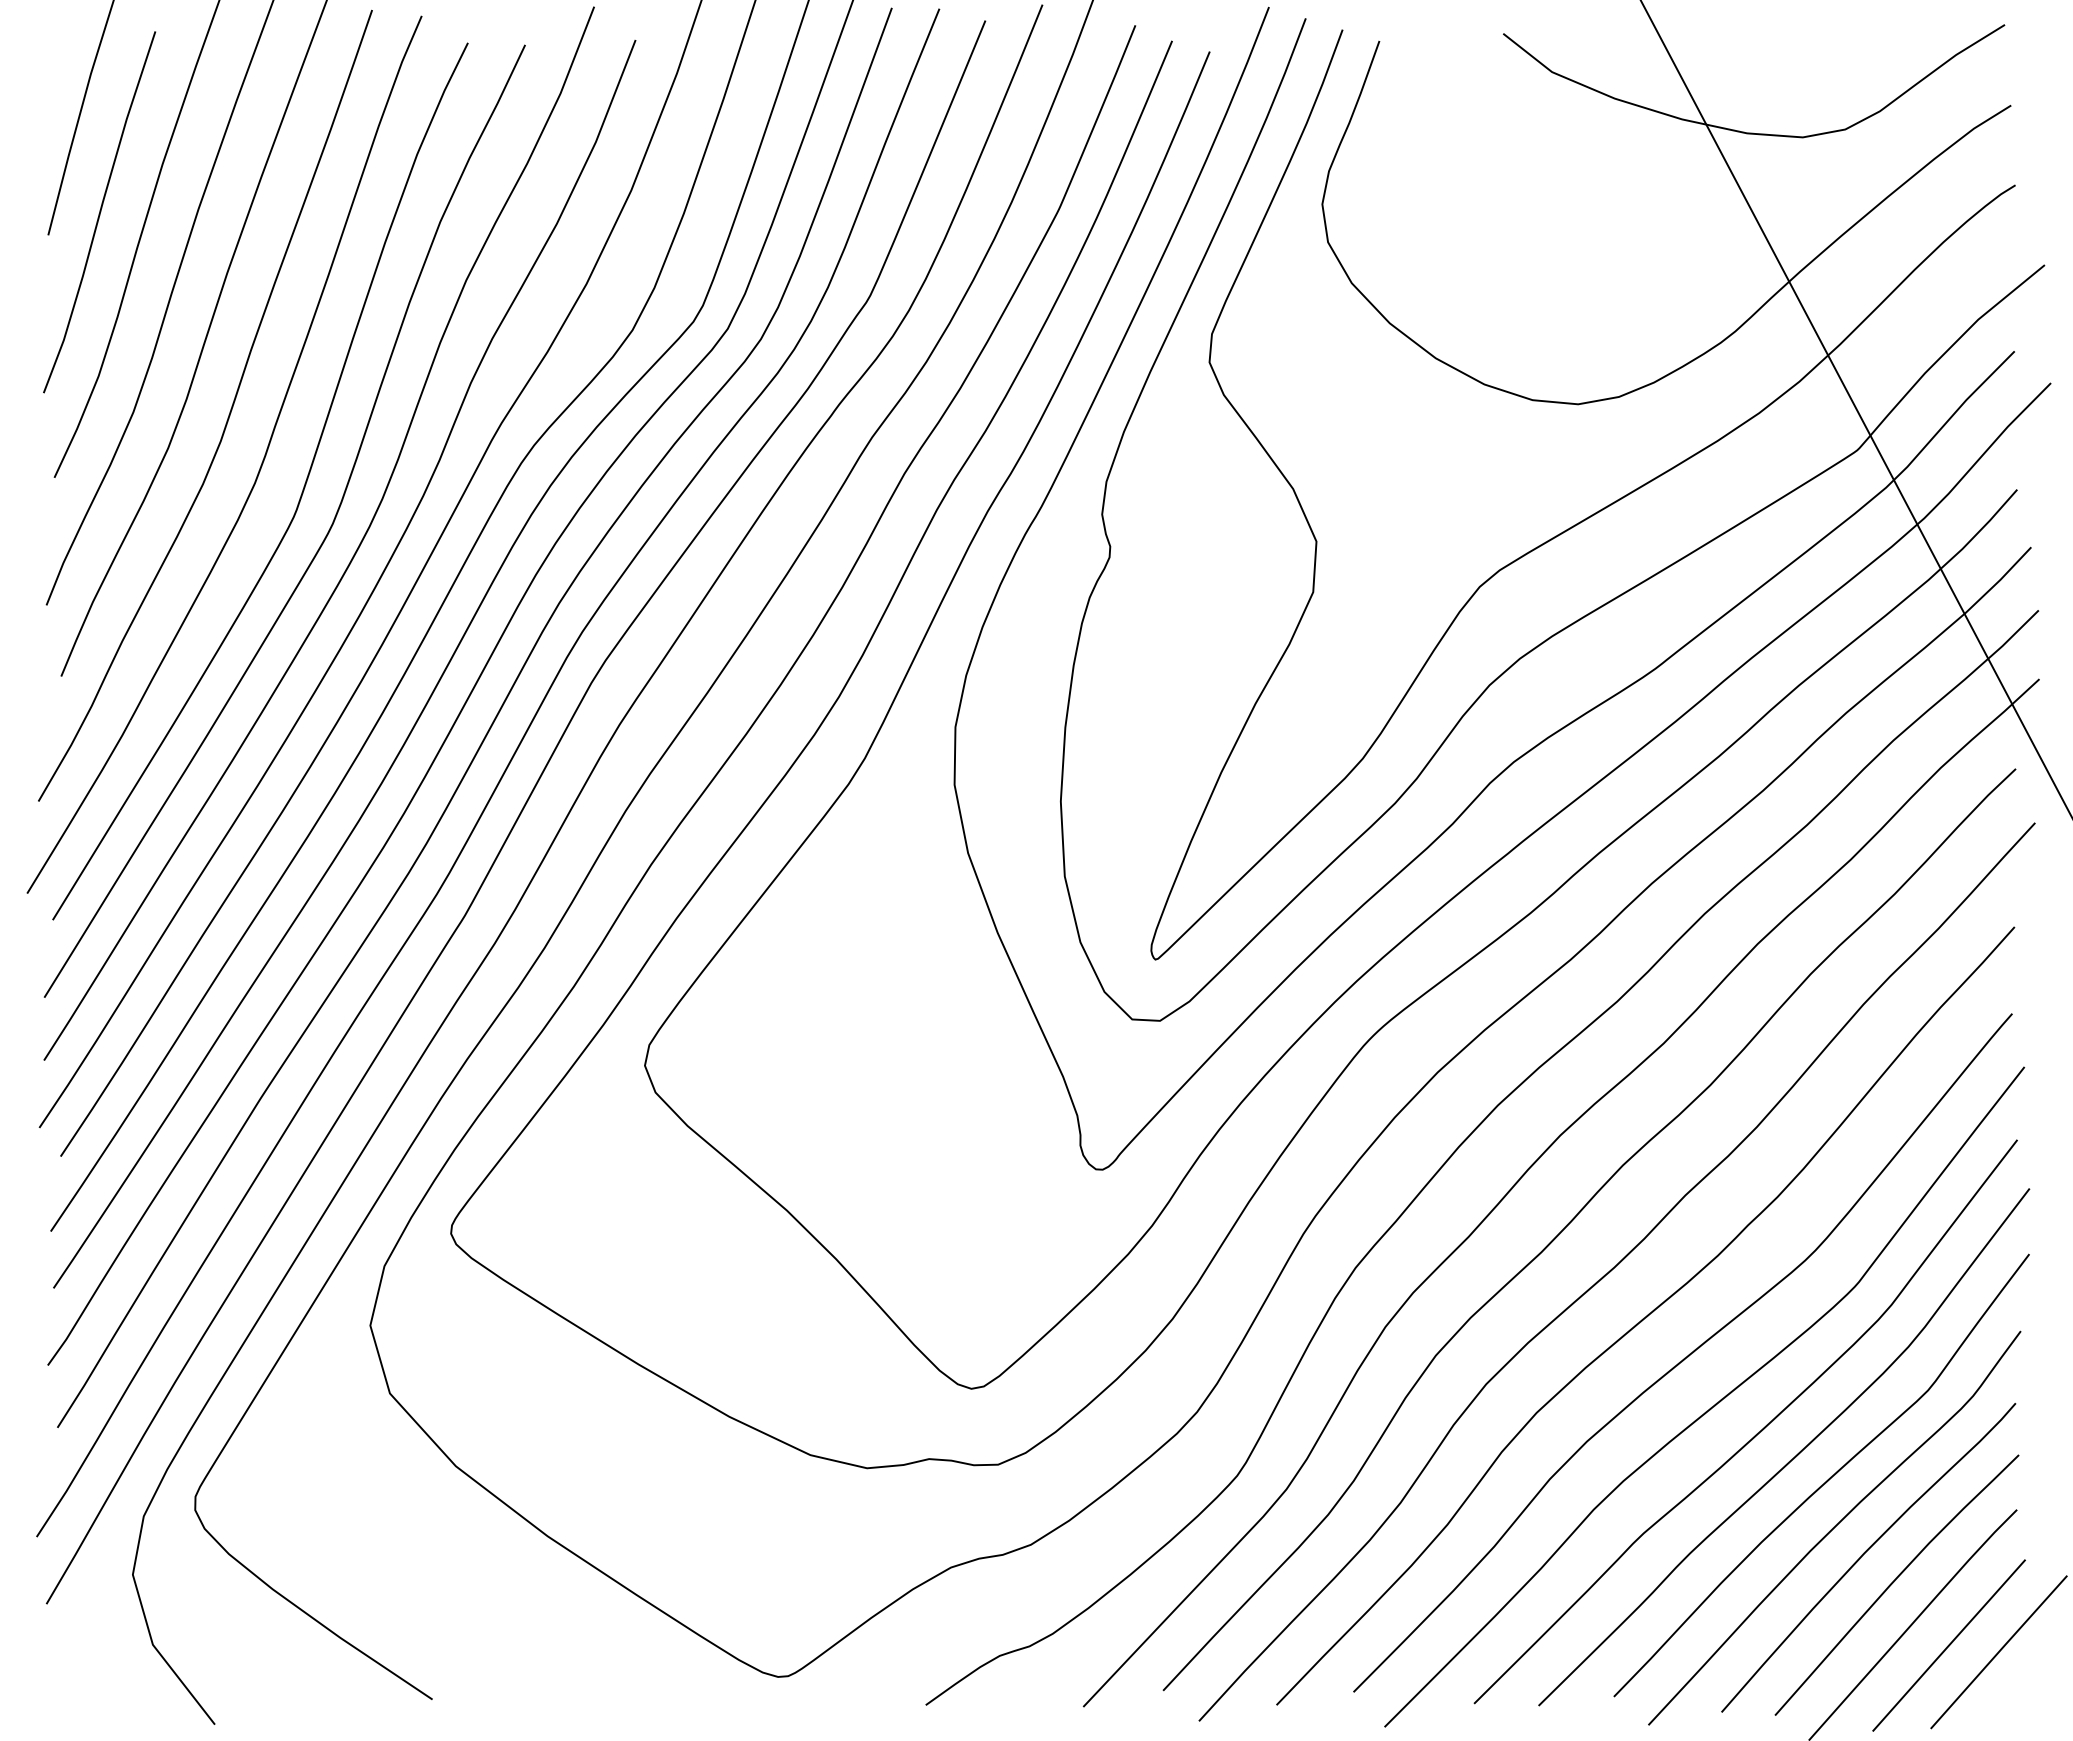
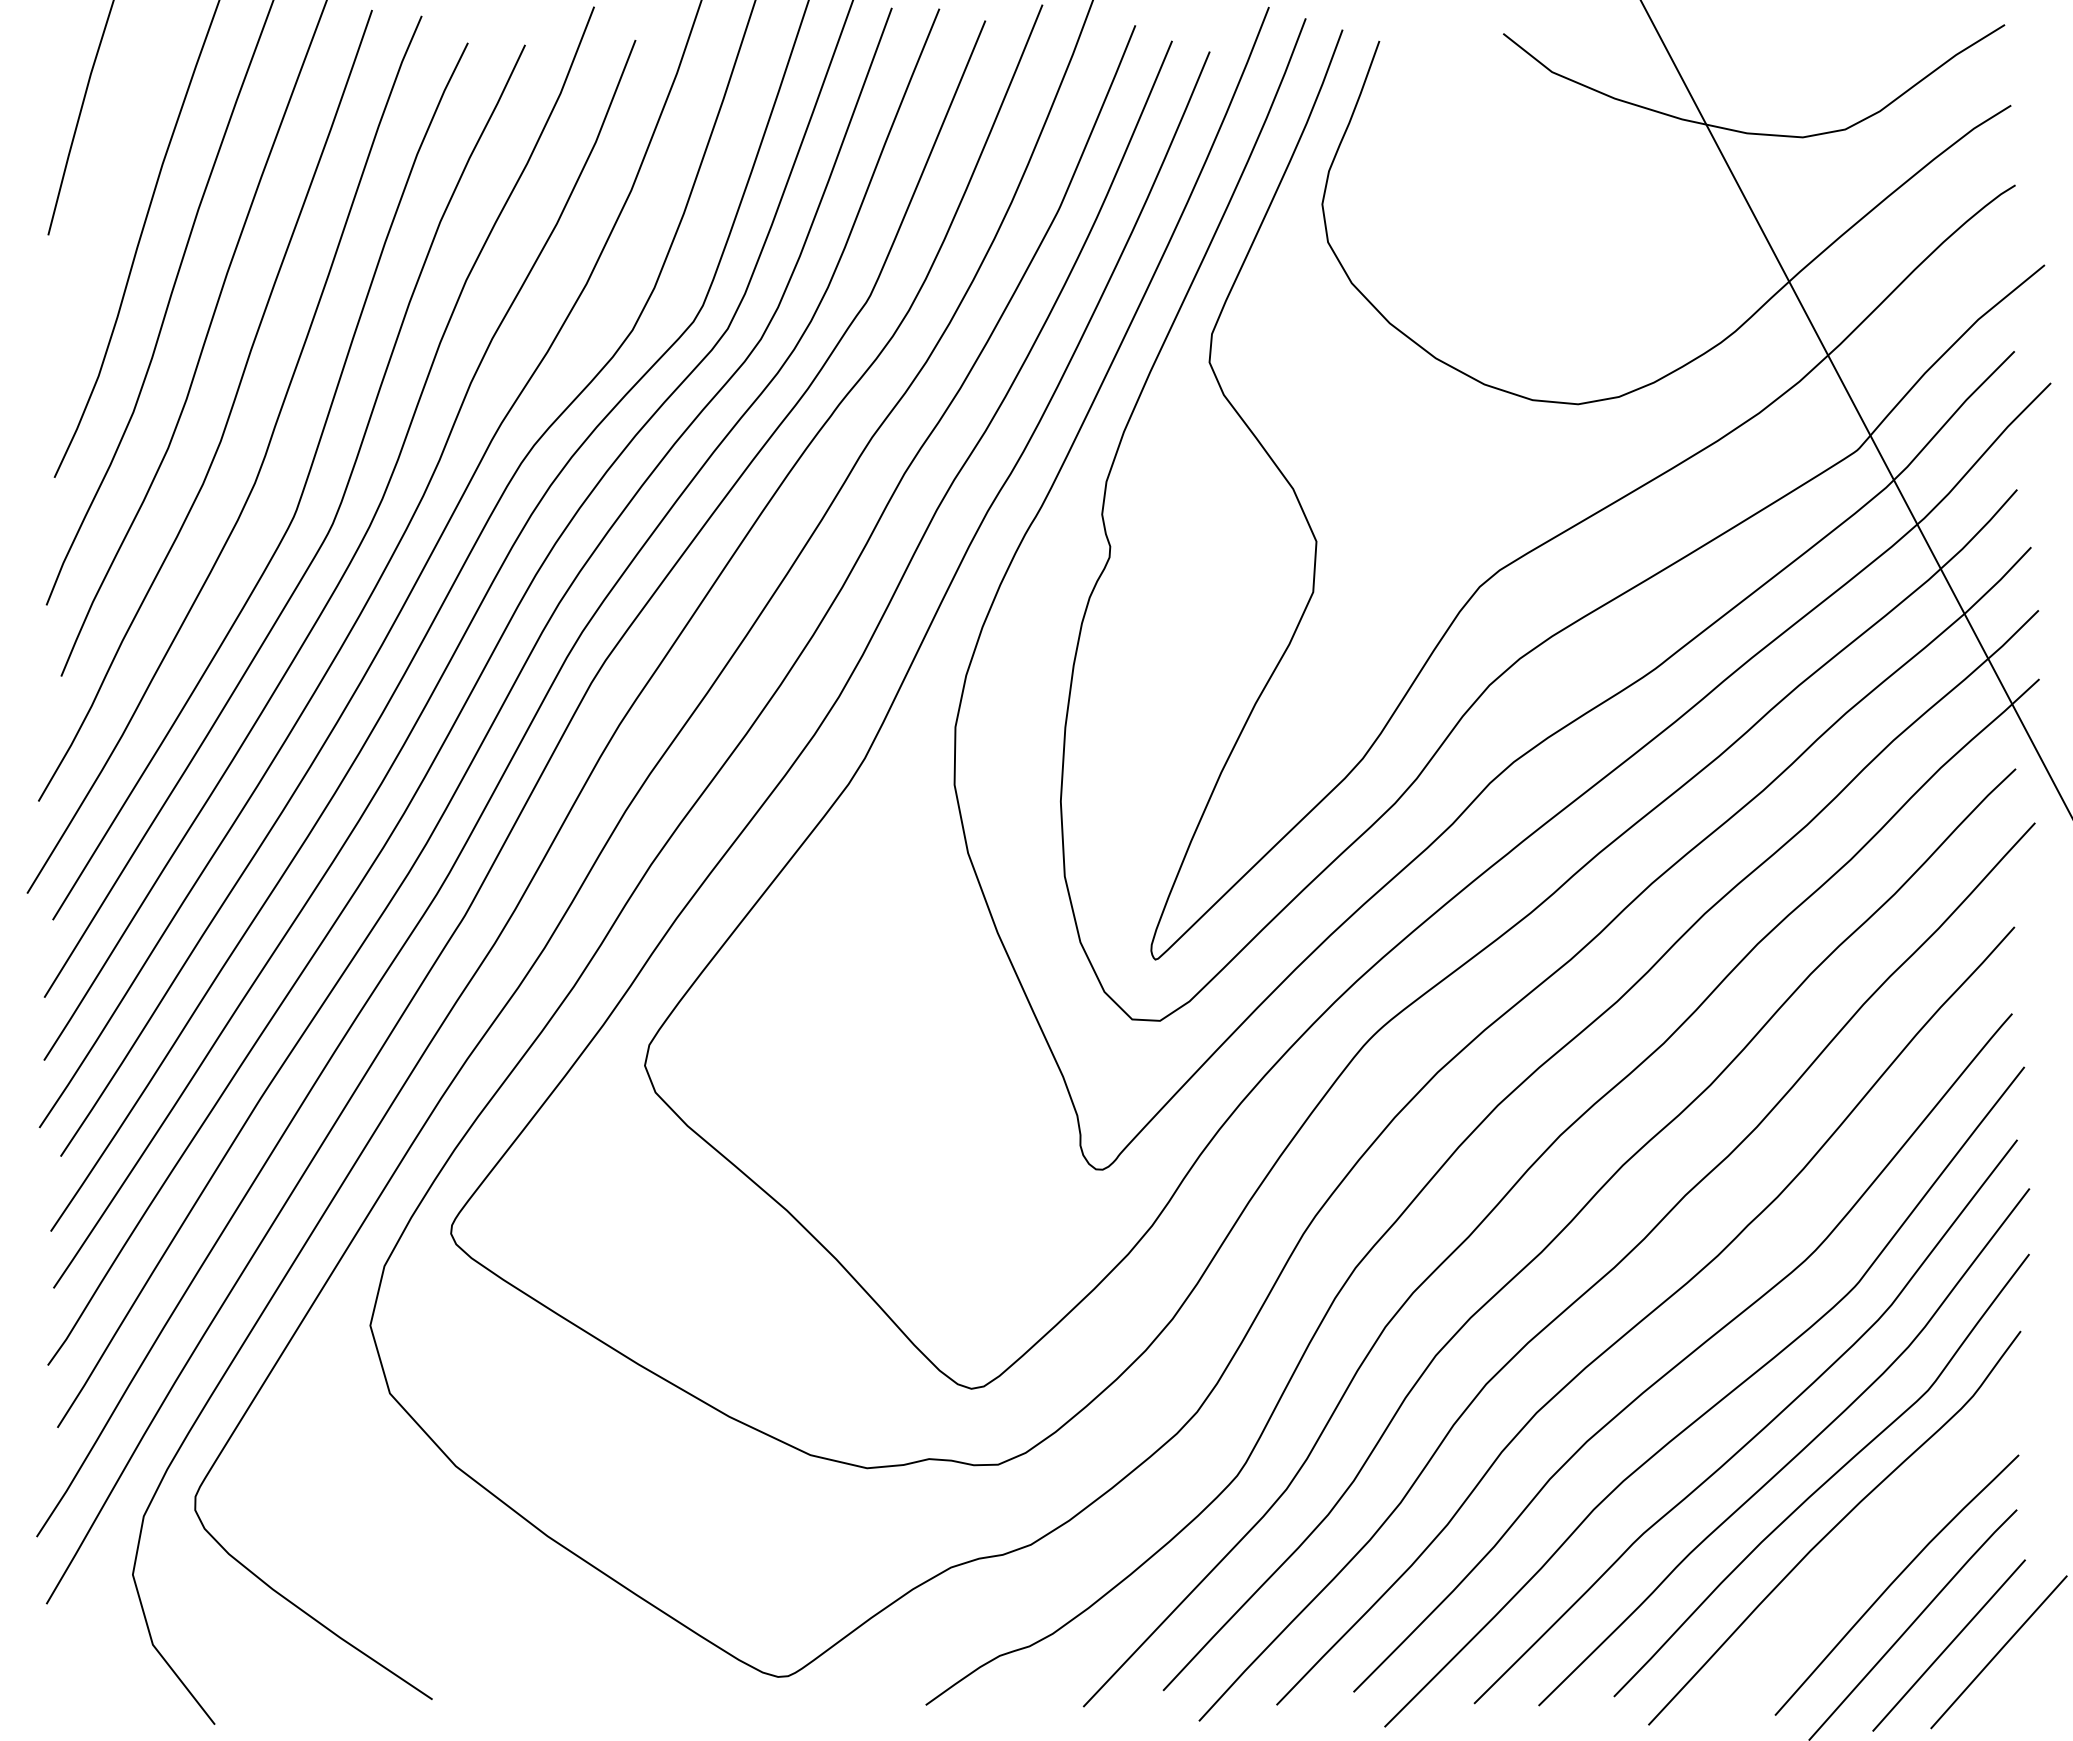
curve at (99, 212): present -> none
curve at (1865, 1553): present -> none
